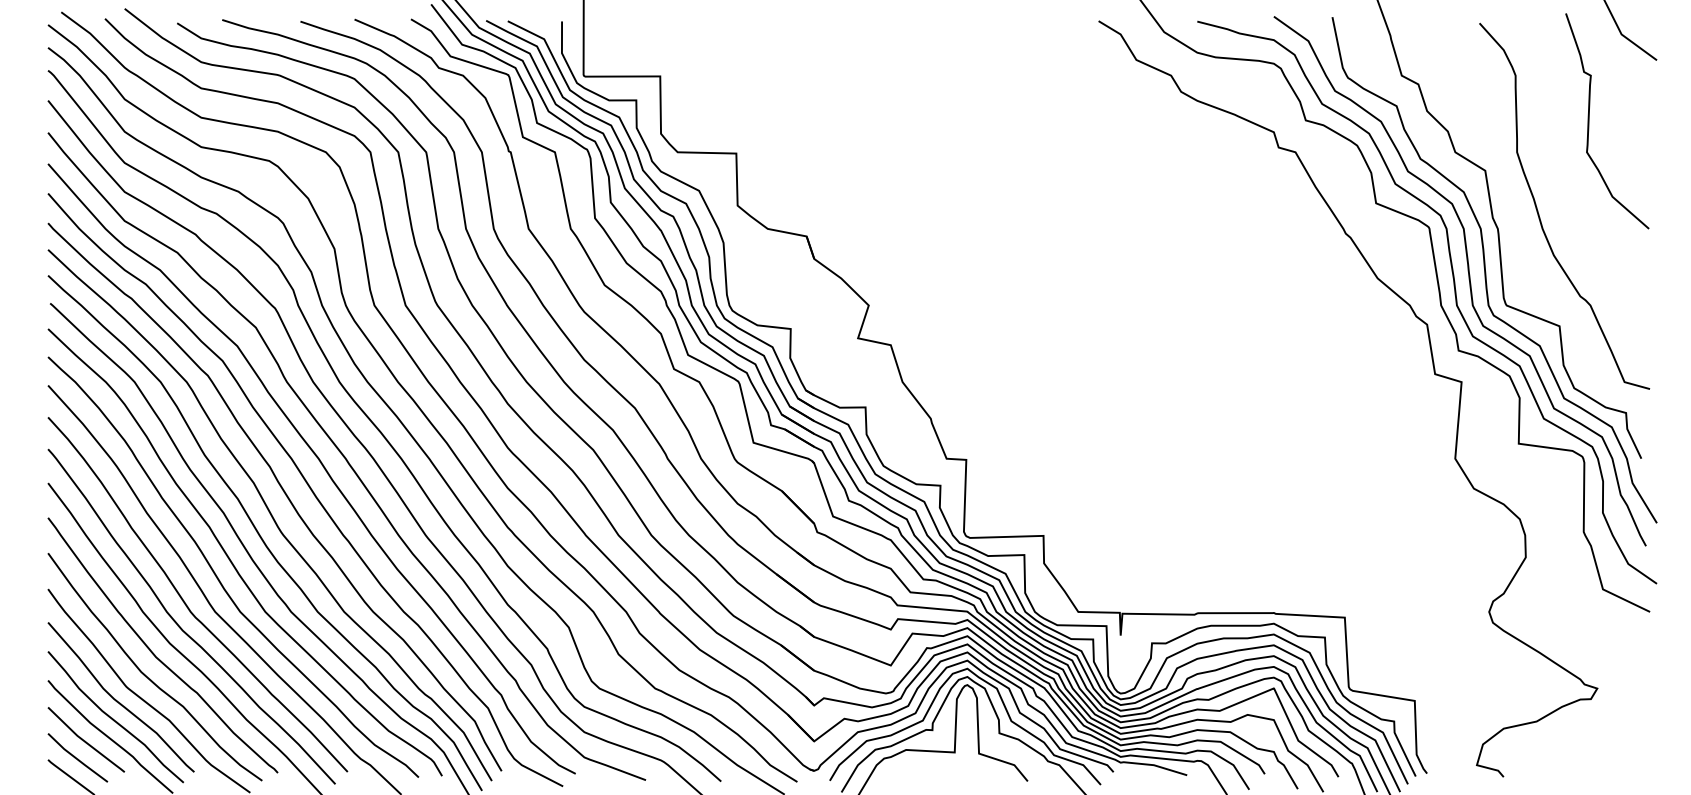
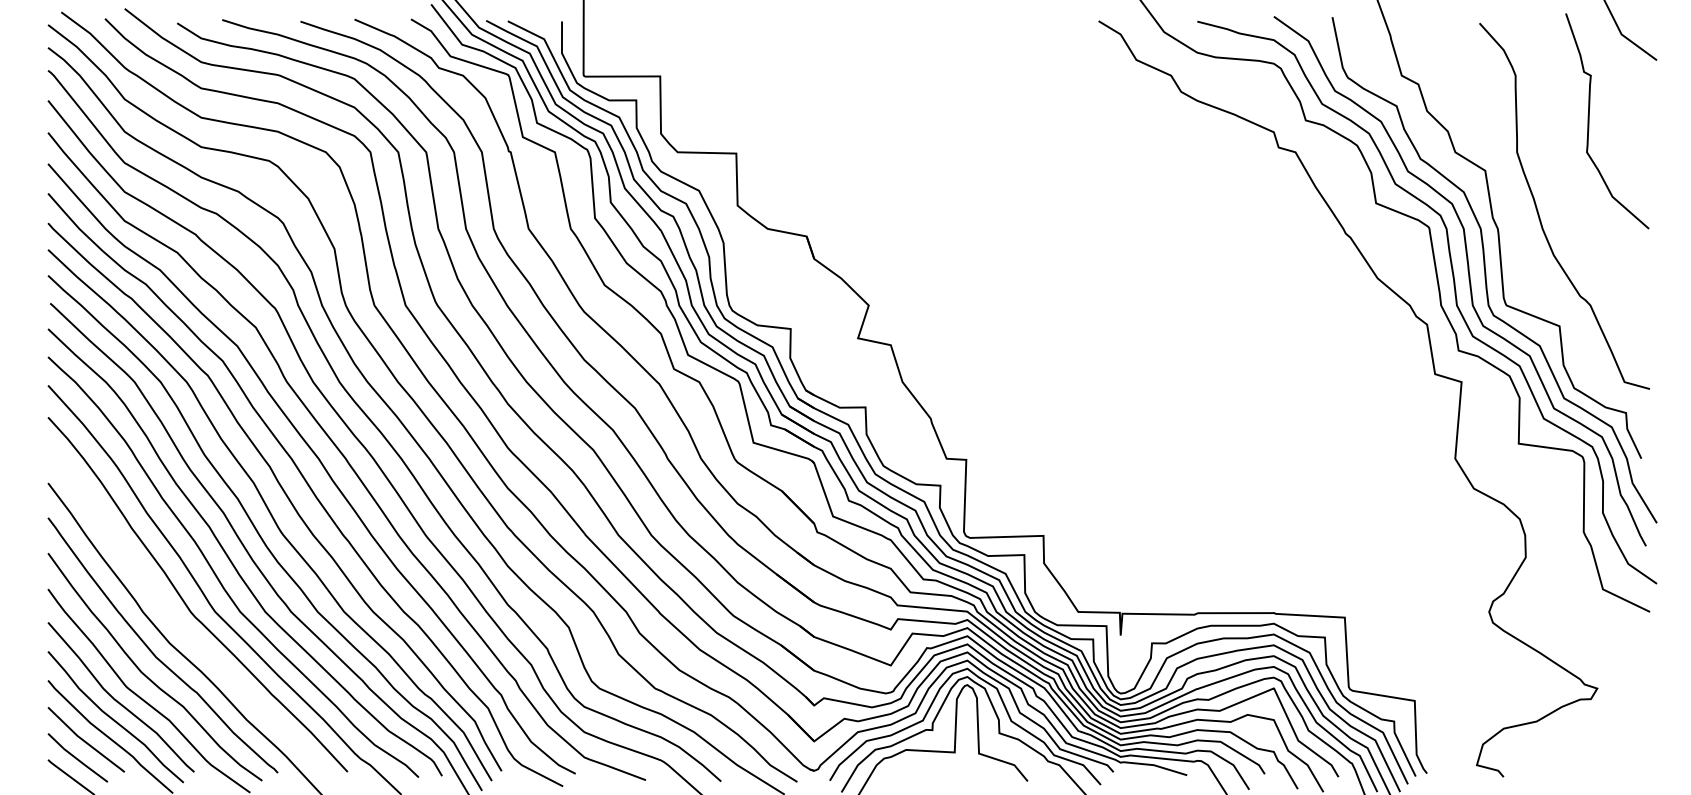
curve at (180, 626): present -> none
